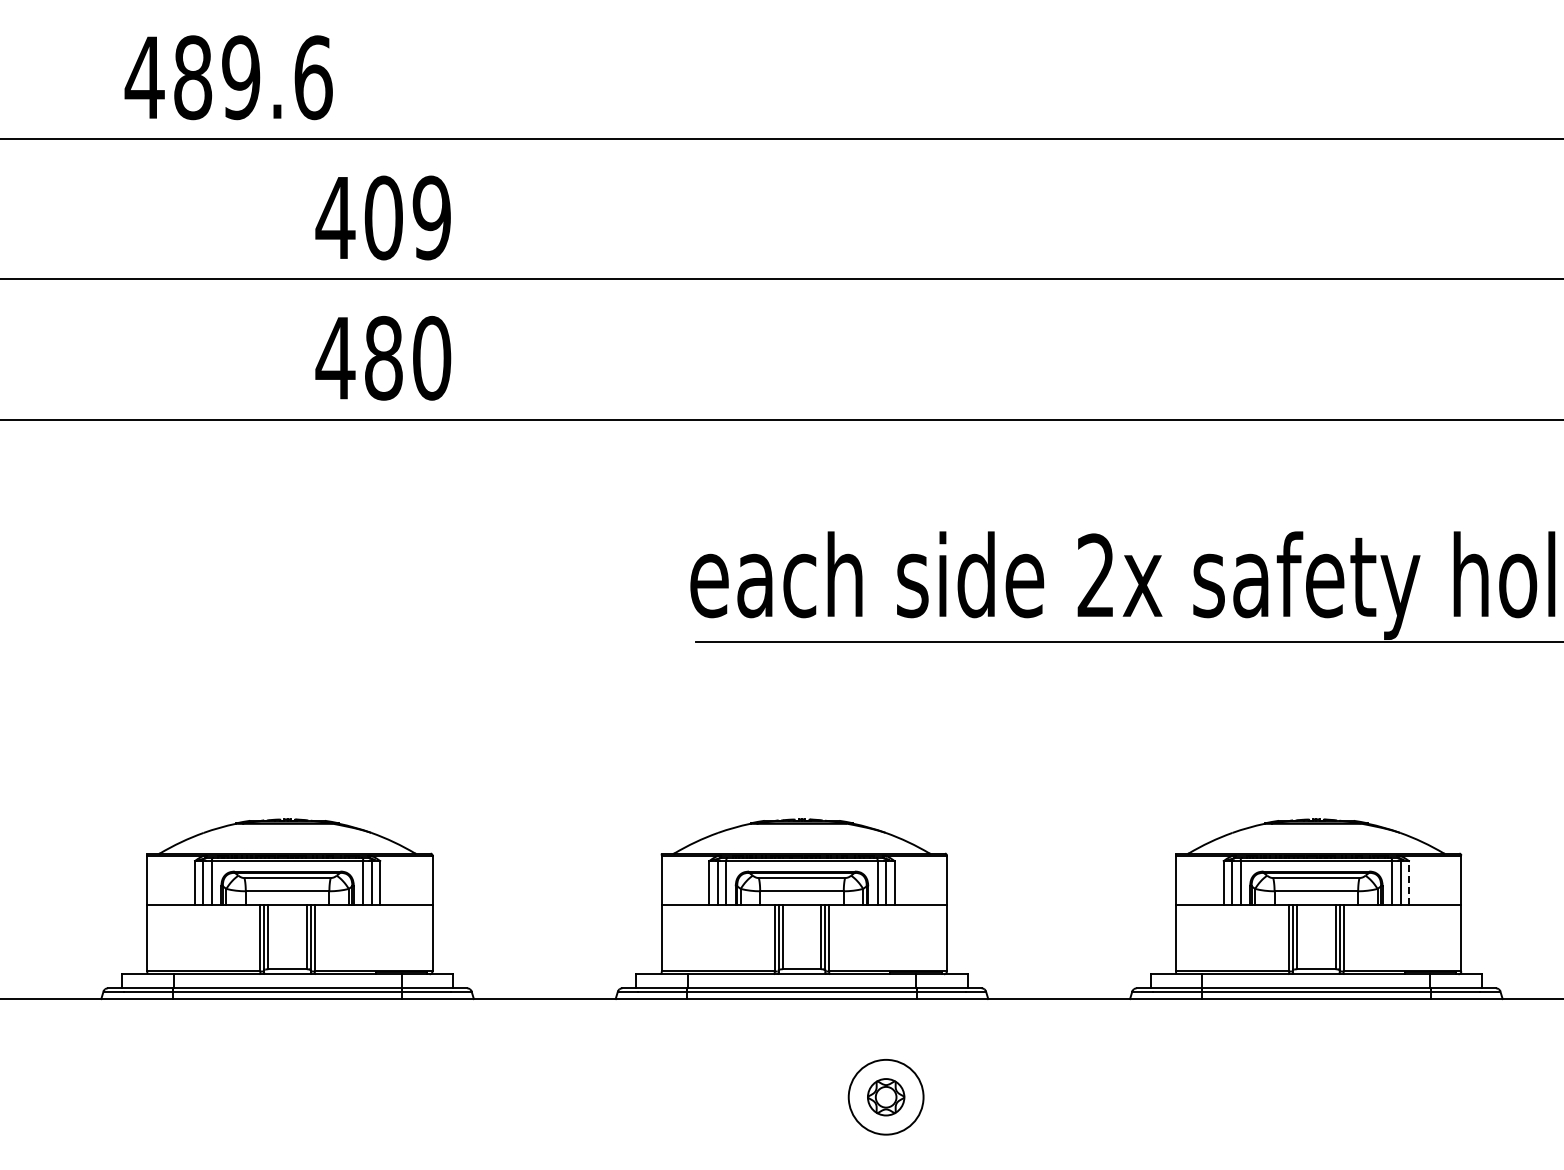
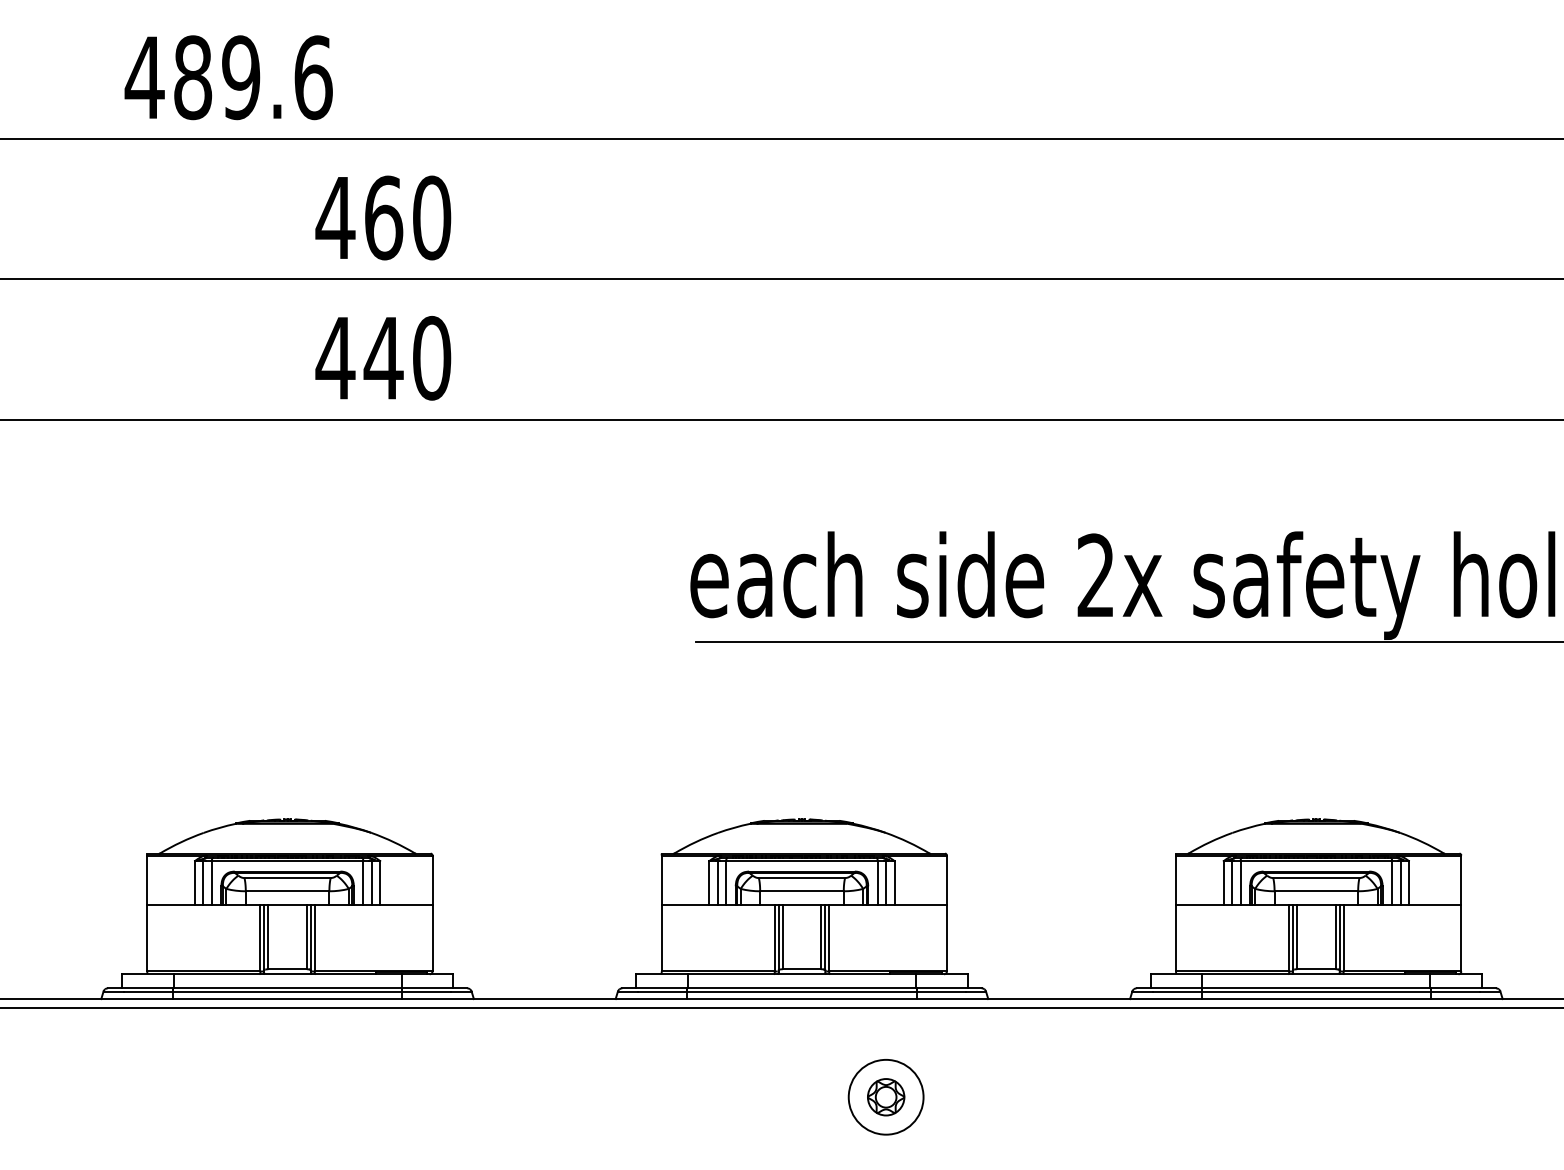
text at (407, 217): 409 -> 460
text at (383, 357): 480 -> 440
line at (1408, 883): dashed -> solid
line at (781, 1008): none -> present
